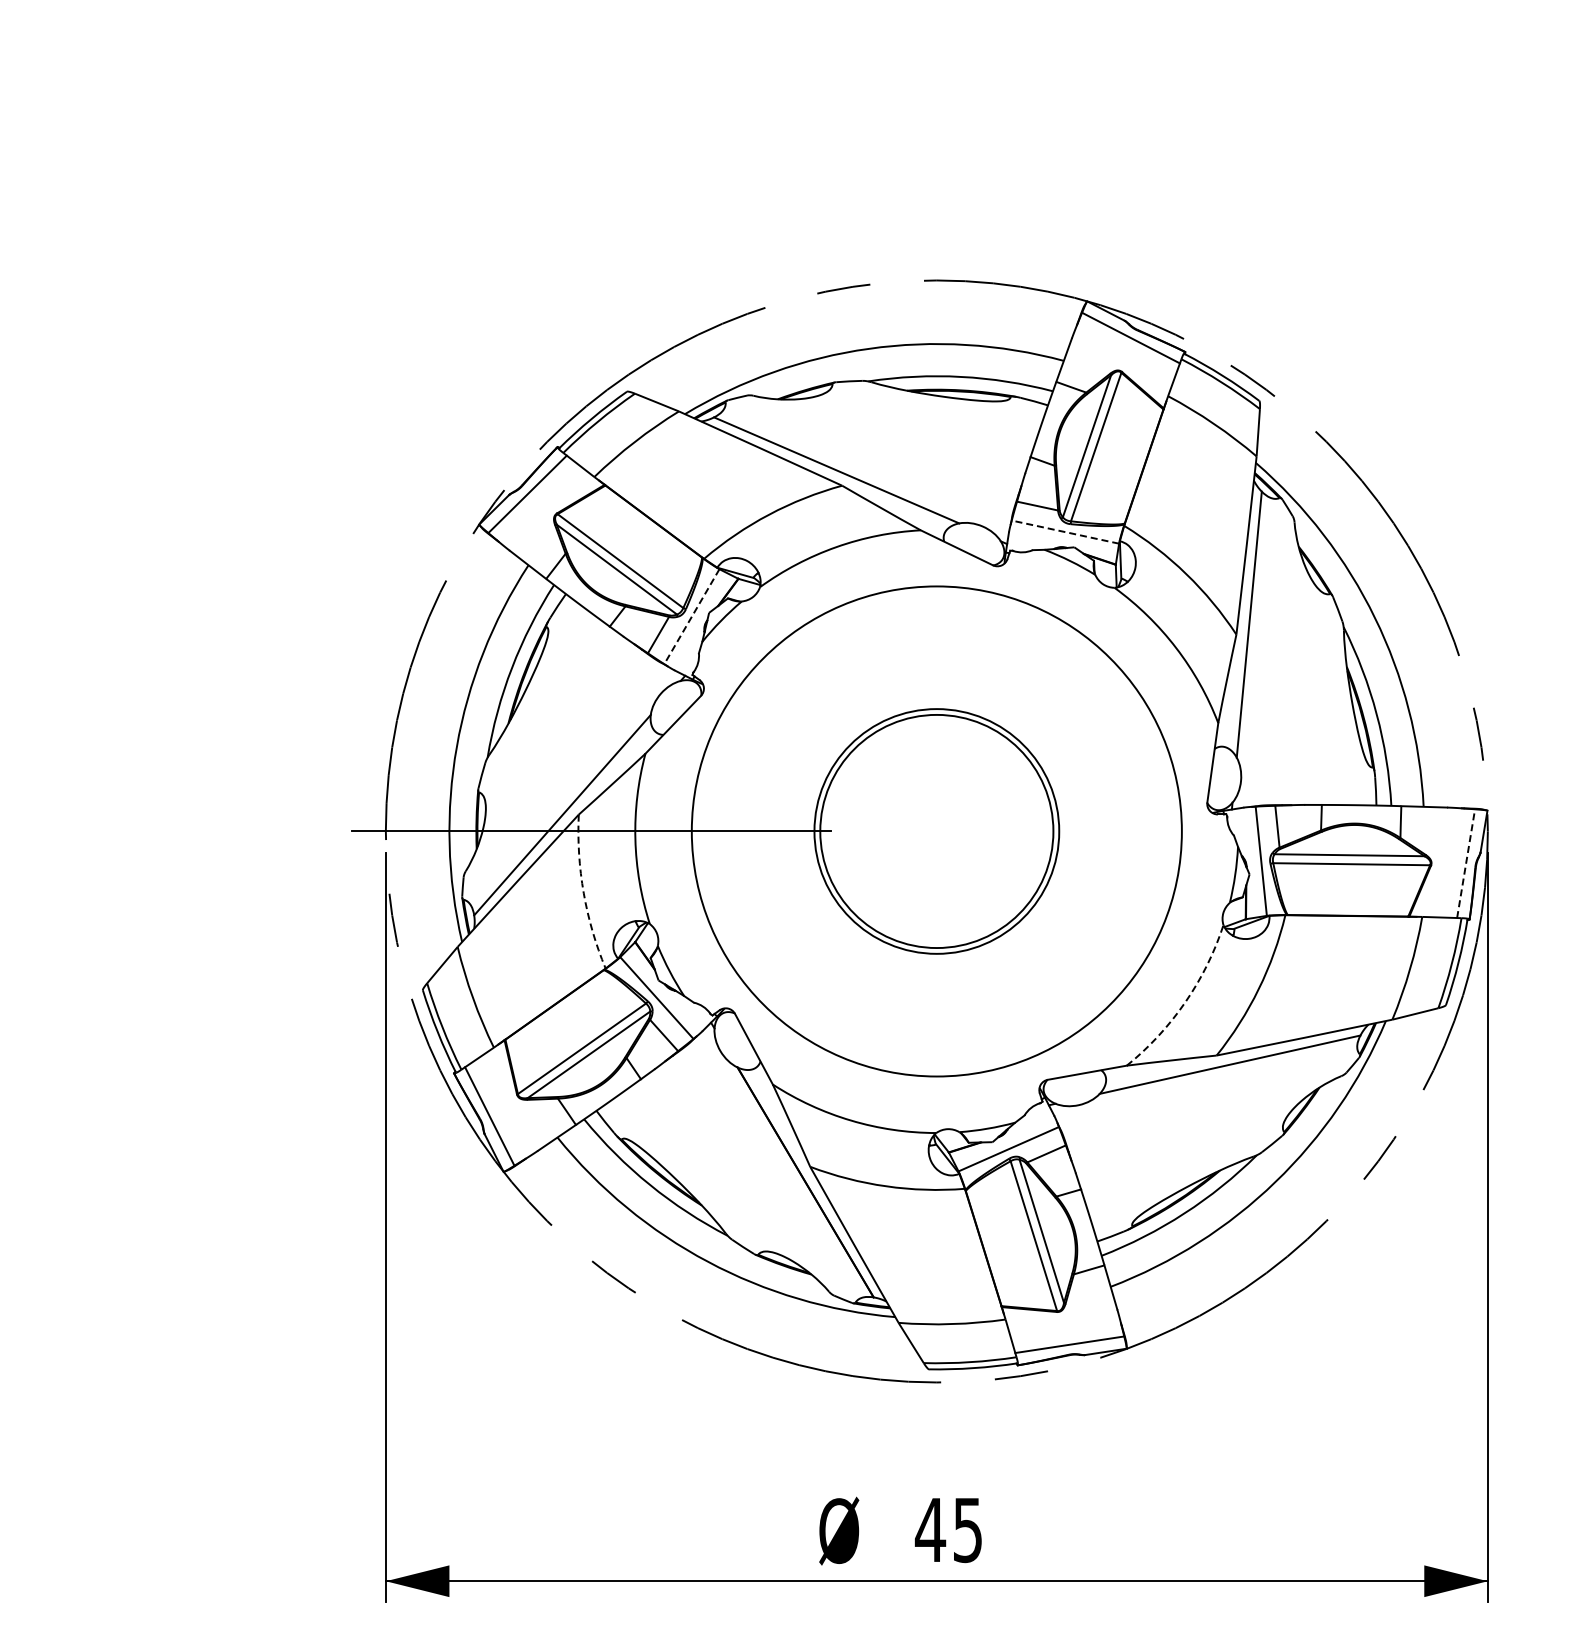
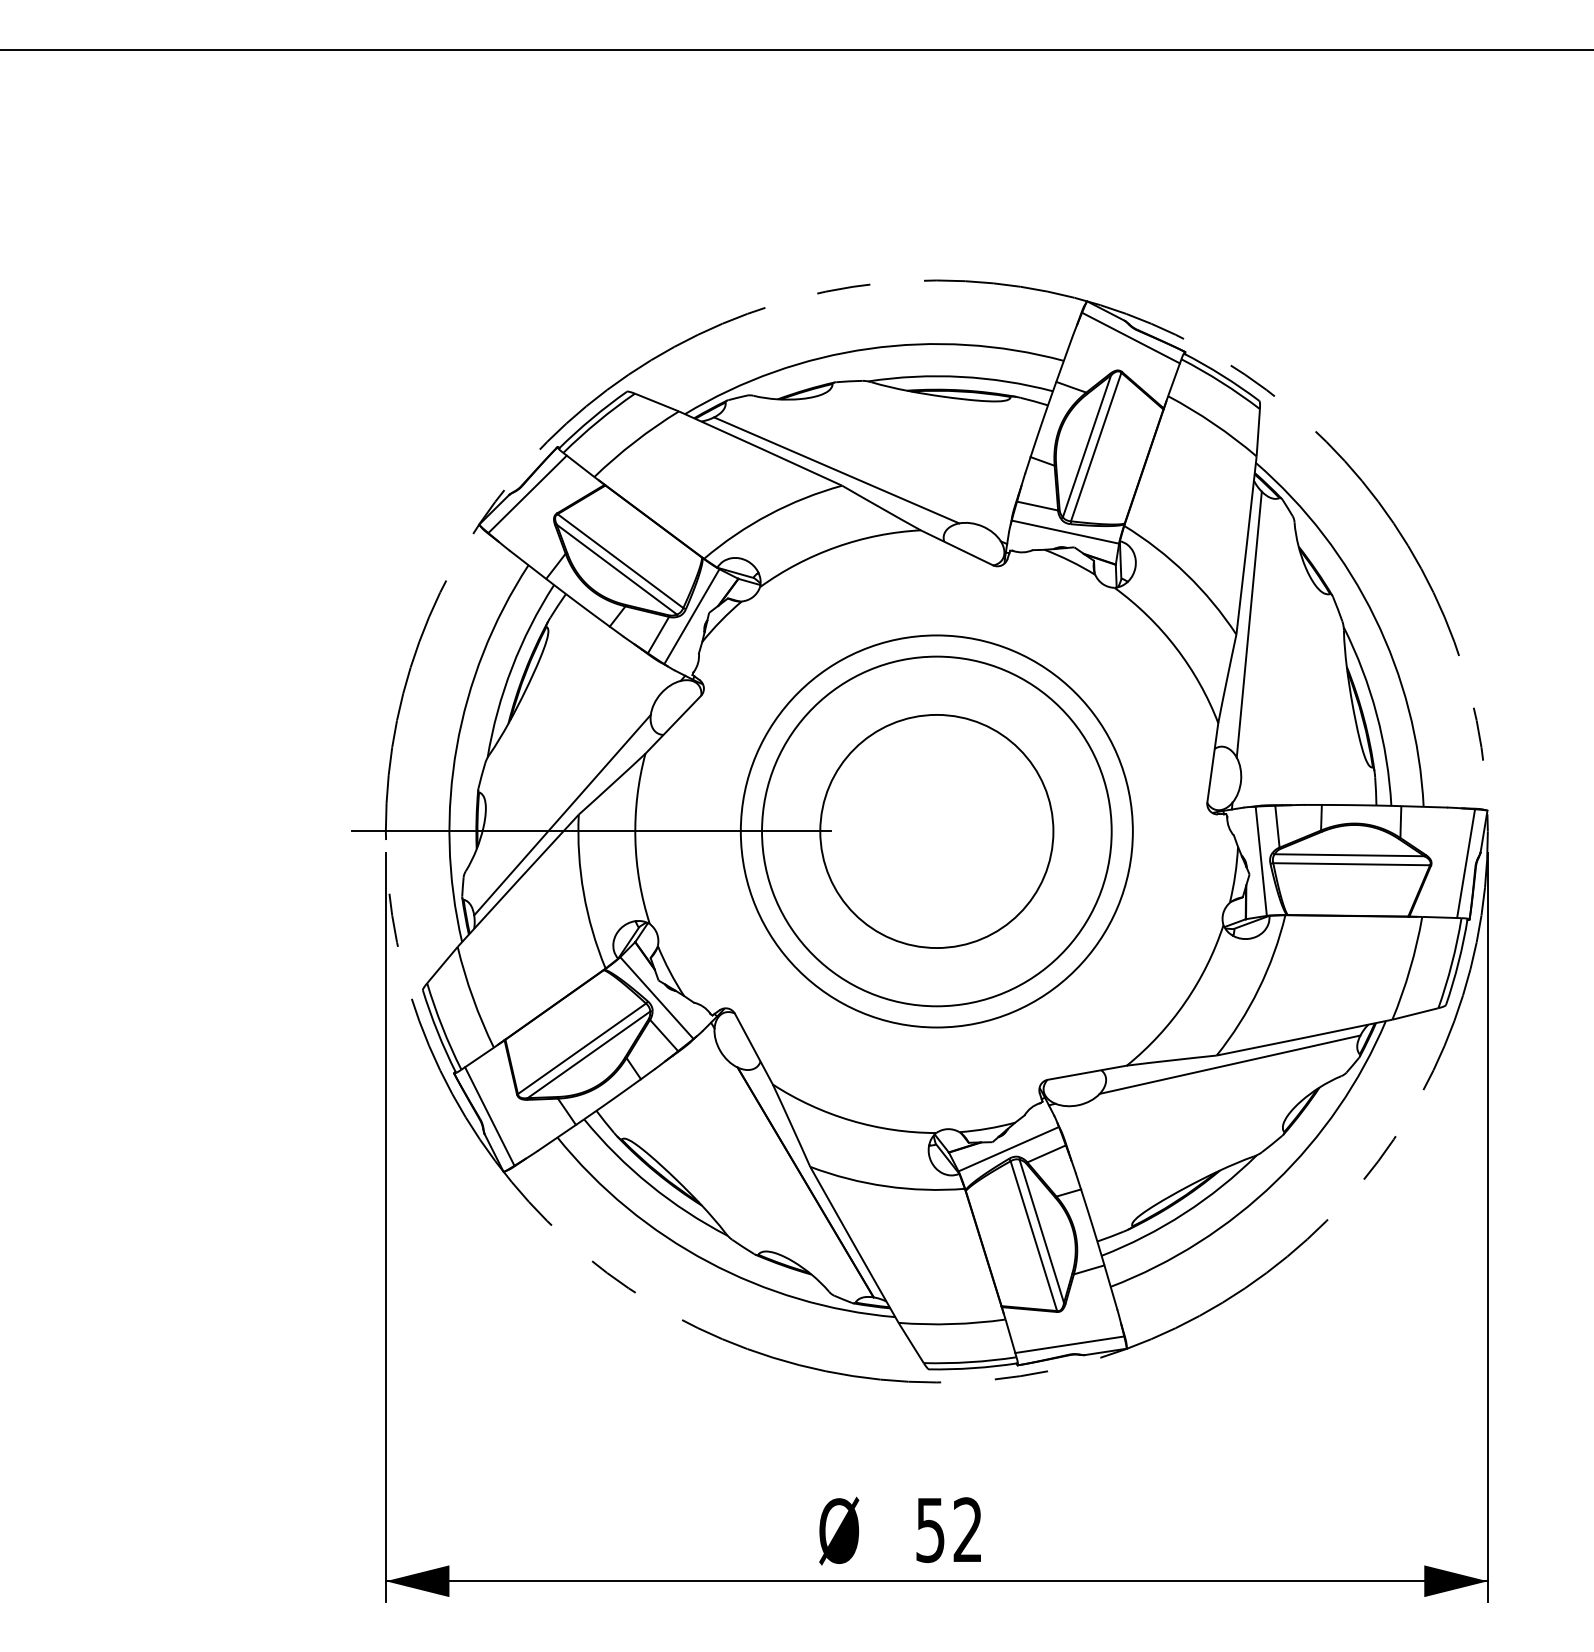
line at (796, 49): none -> present
line at (1065, 532): dashed -> solid
line at (691, 616): dashed -> solid
circle at (936, 831) diameter: 245 px -> 350 px
circle at (936, 831) diameter: 490 px -> 392 px
line at (1466, 863): dashed -> solid
arc at (583, 893): dashed -> solid
arc at (1185, 1002): dashed -> solid
text at (947, 1530): 45 -> 52
